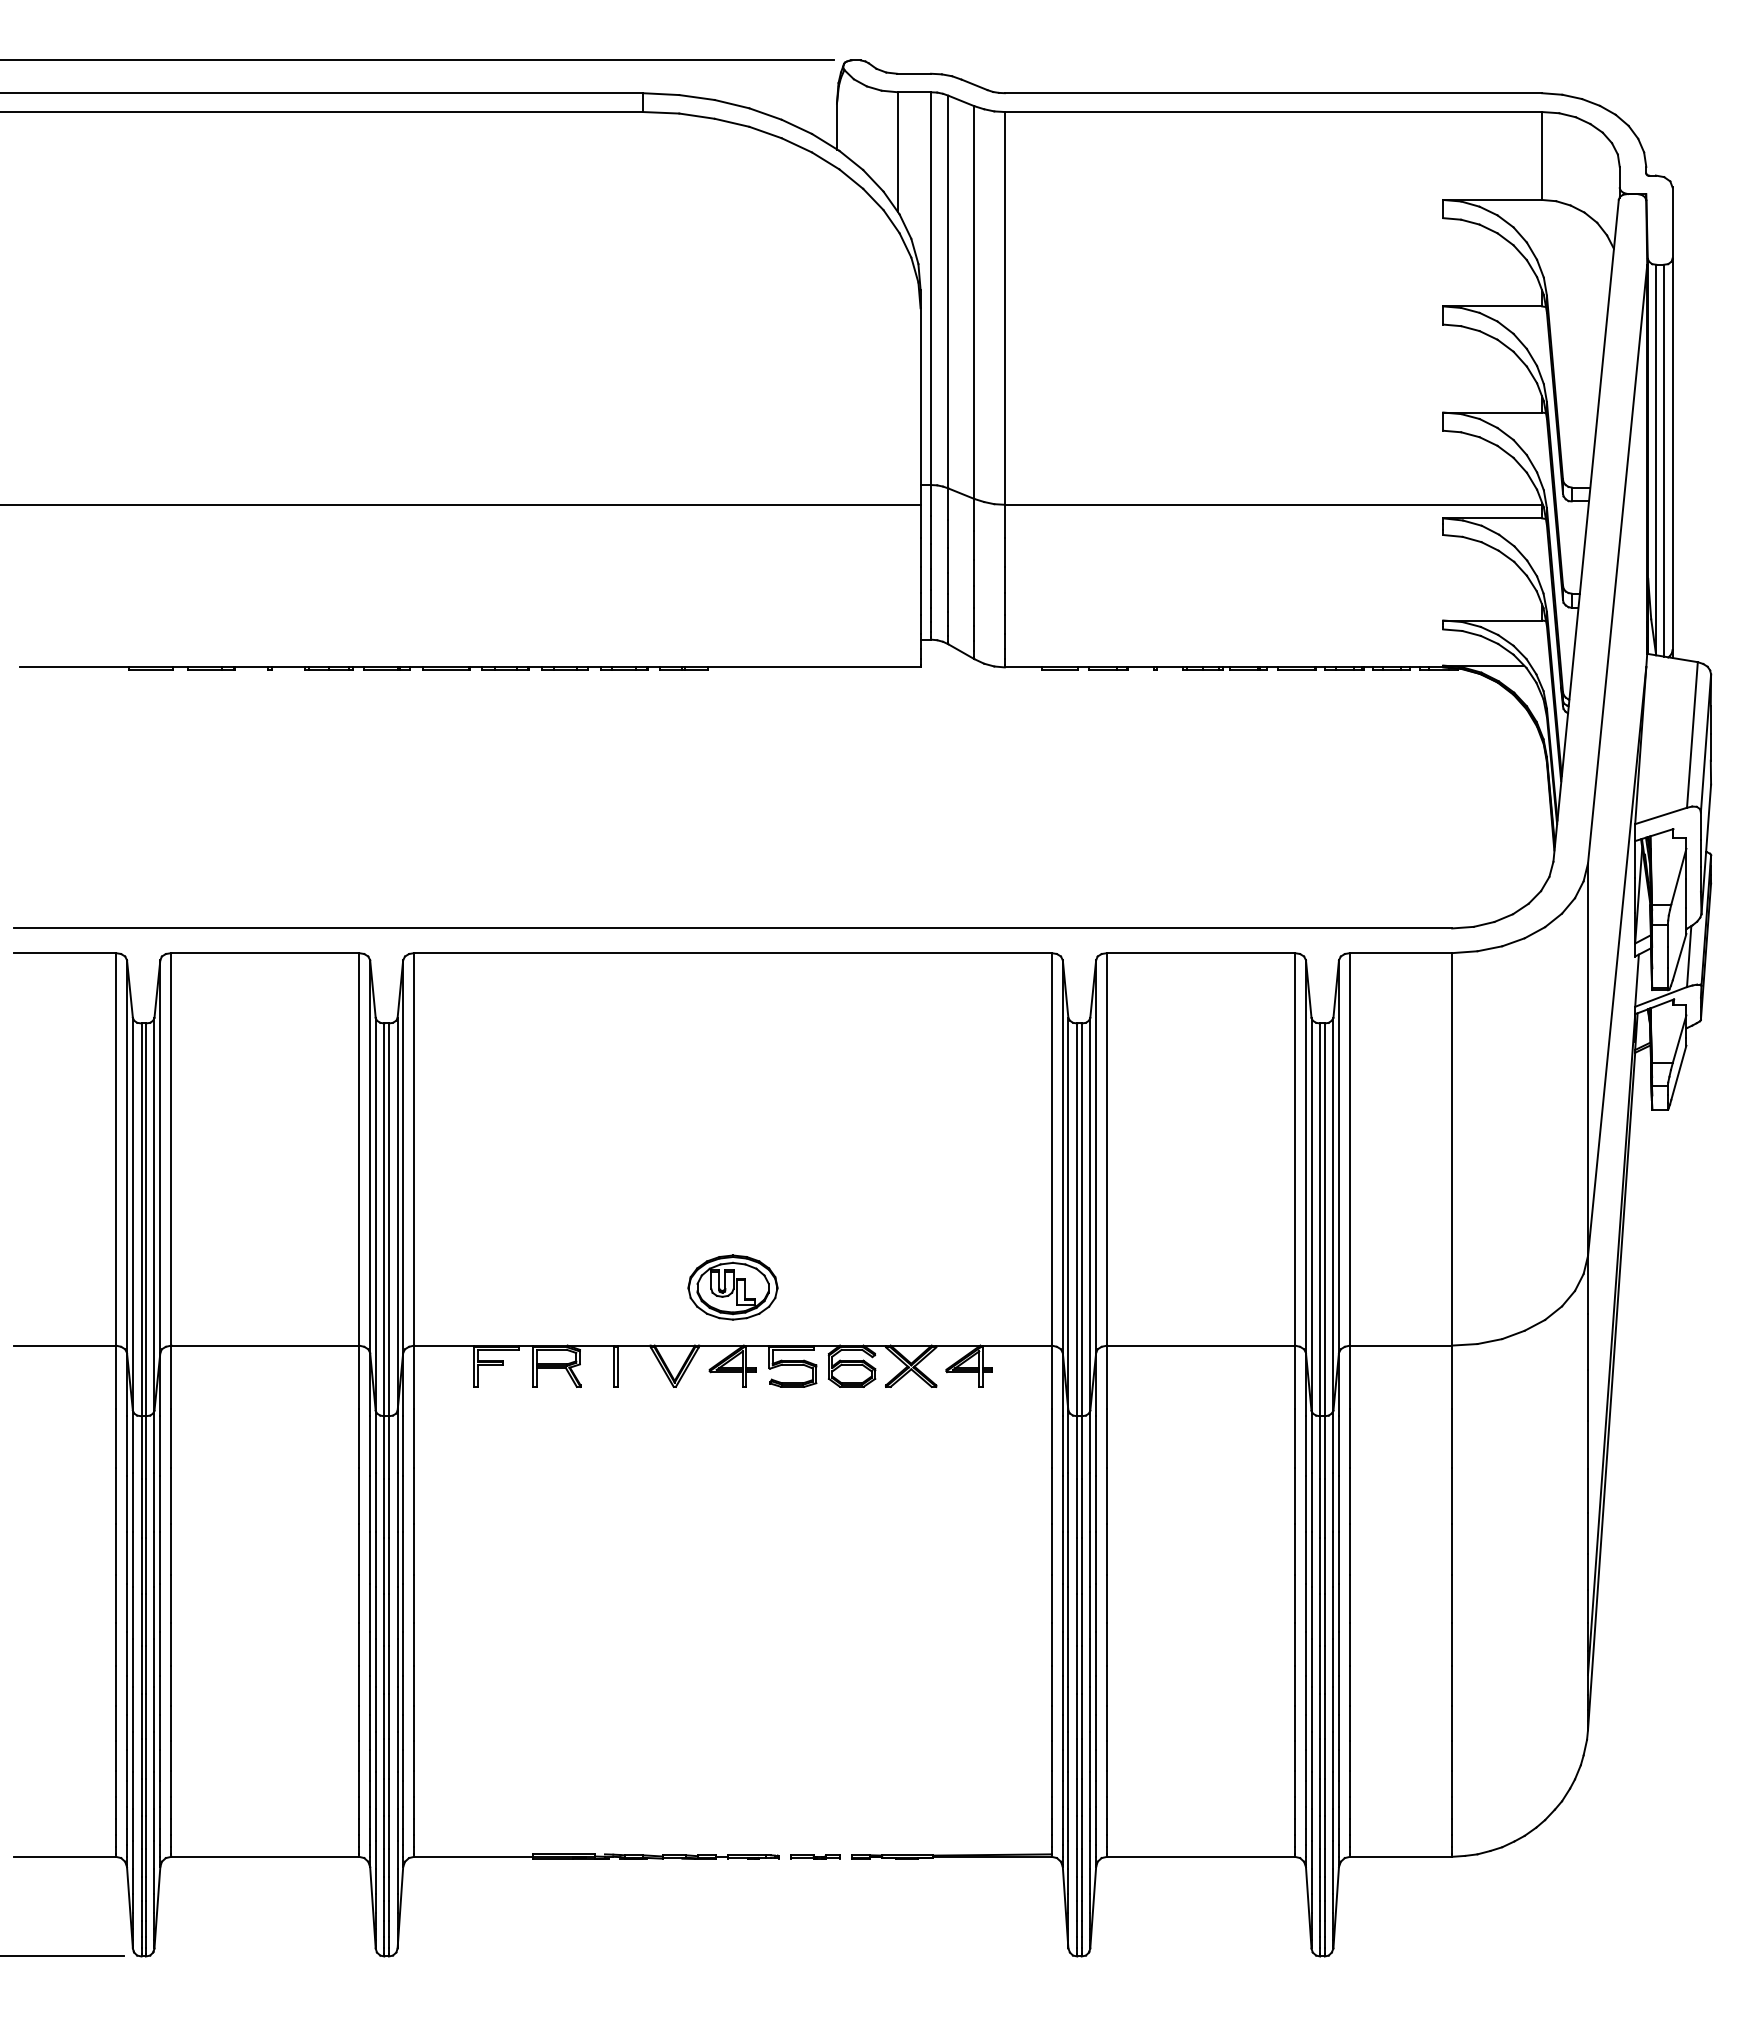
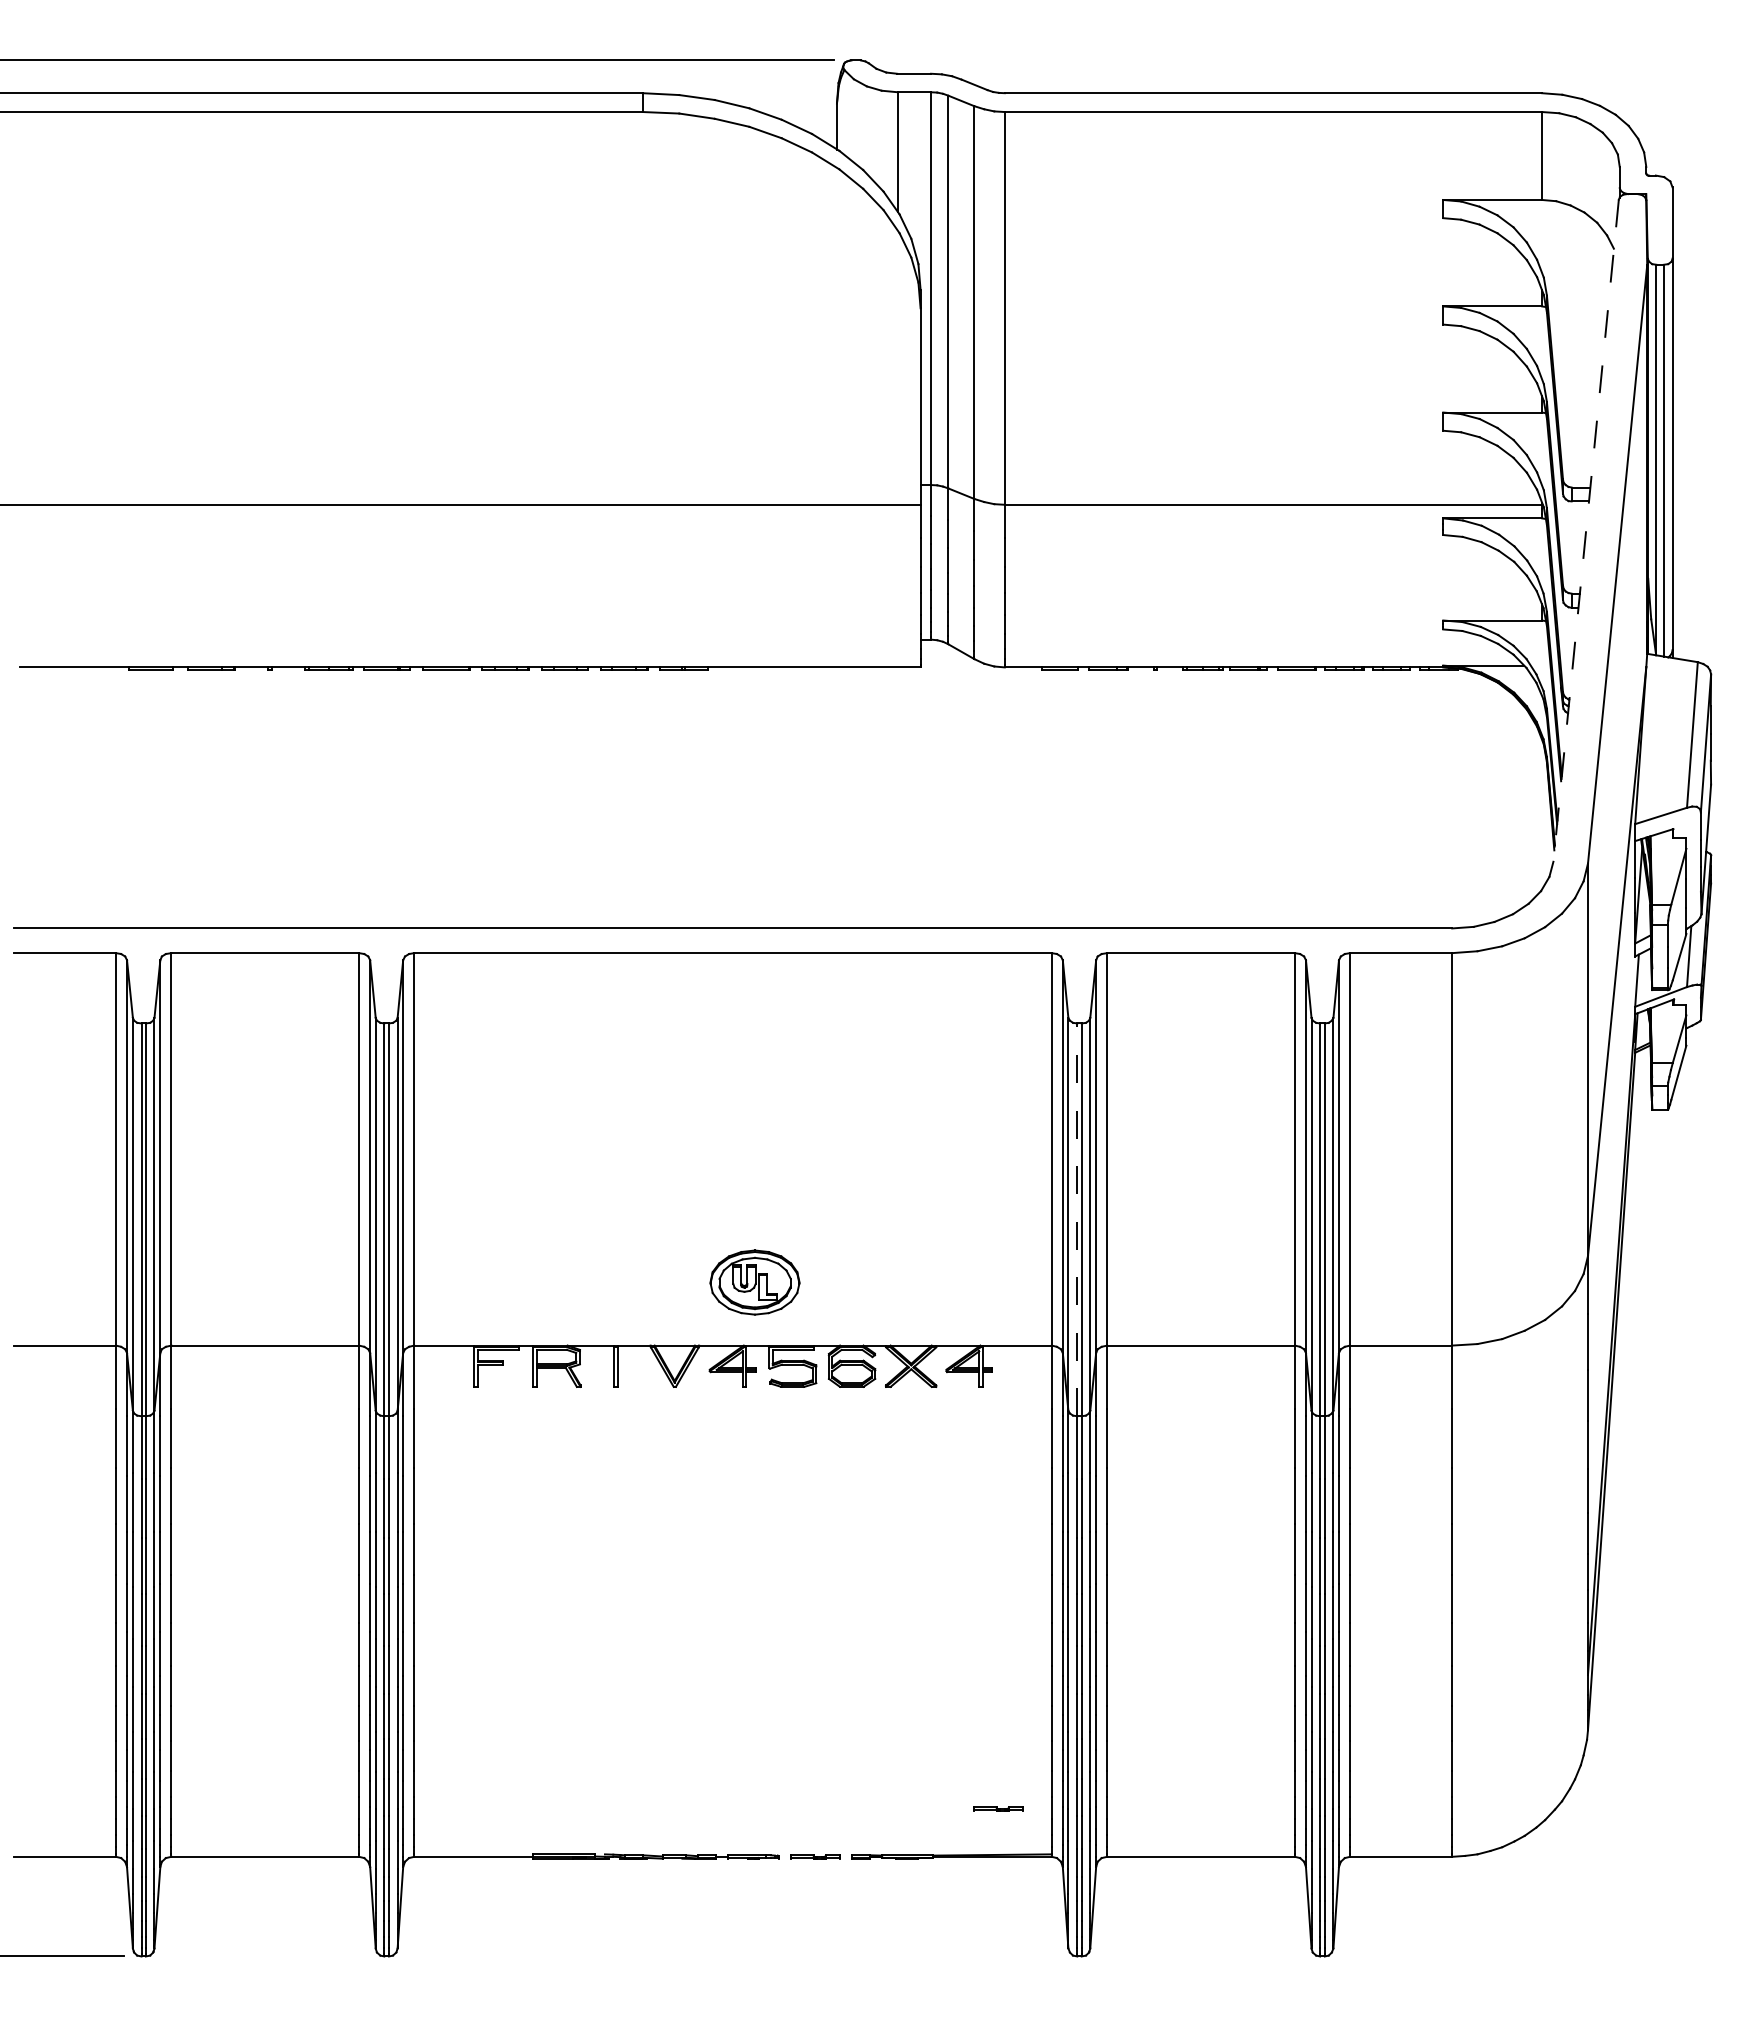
line at (1586, 530): solid -> dashed
line at (1077, 1219): solid -> dashed
part at (732, 1287) position: (732, 1287) -> (754, 1282)
part at (998, 1808): none -> present
